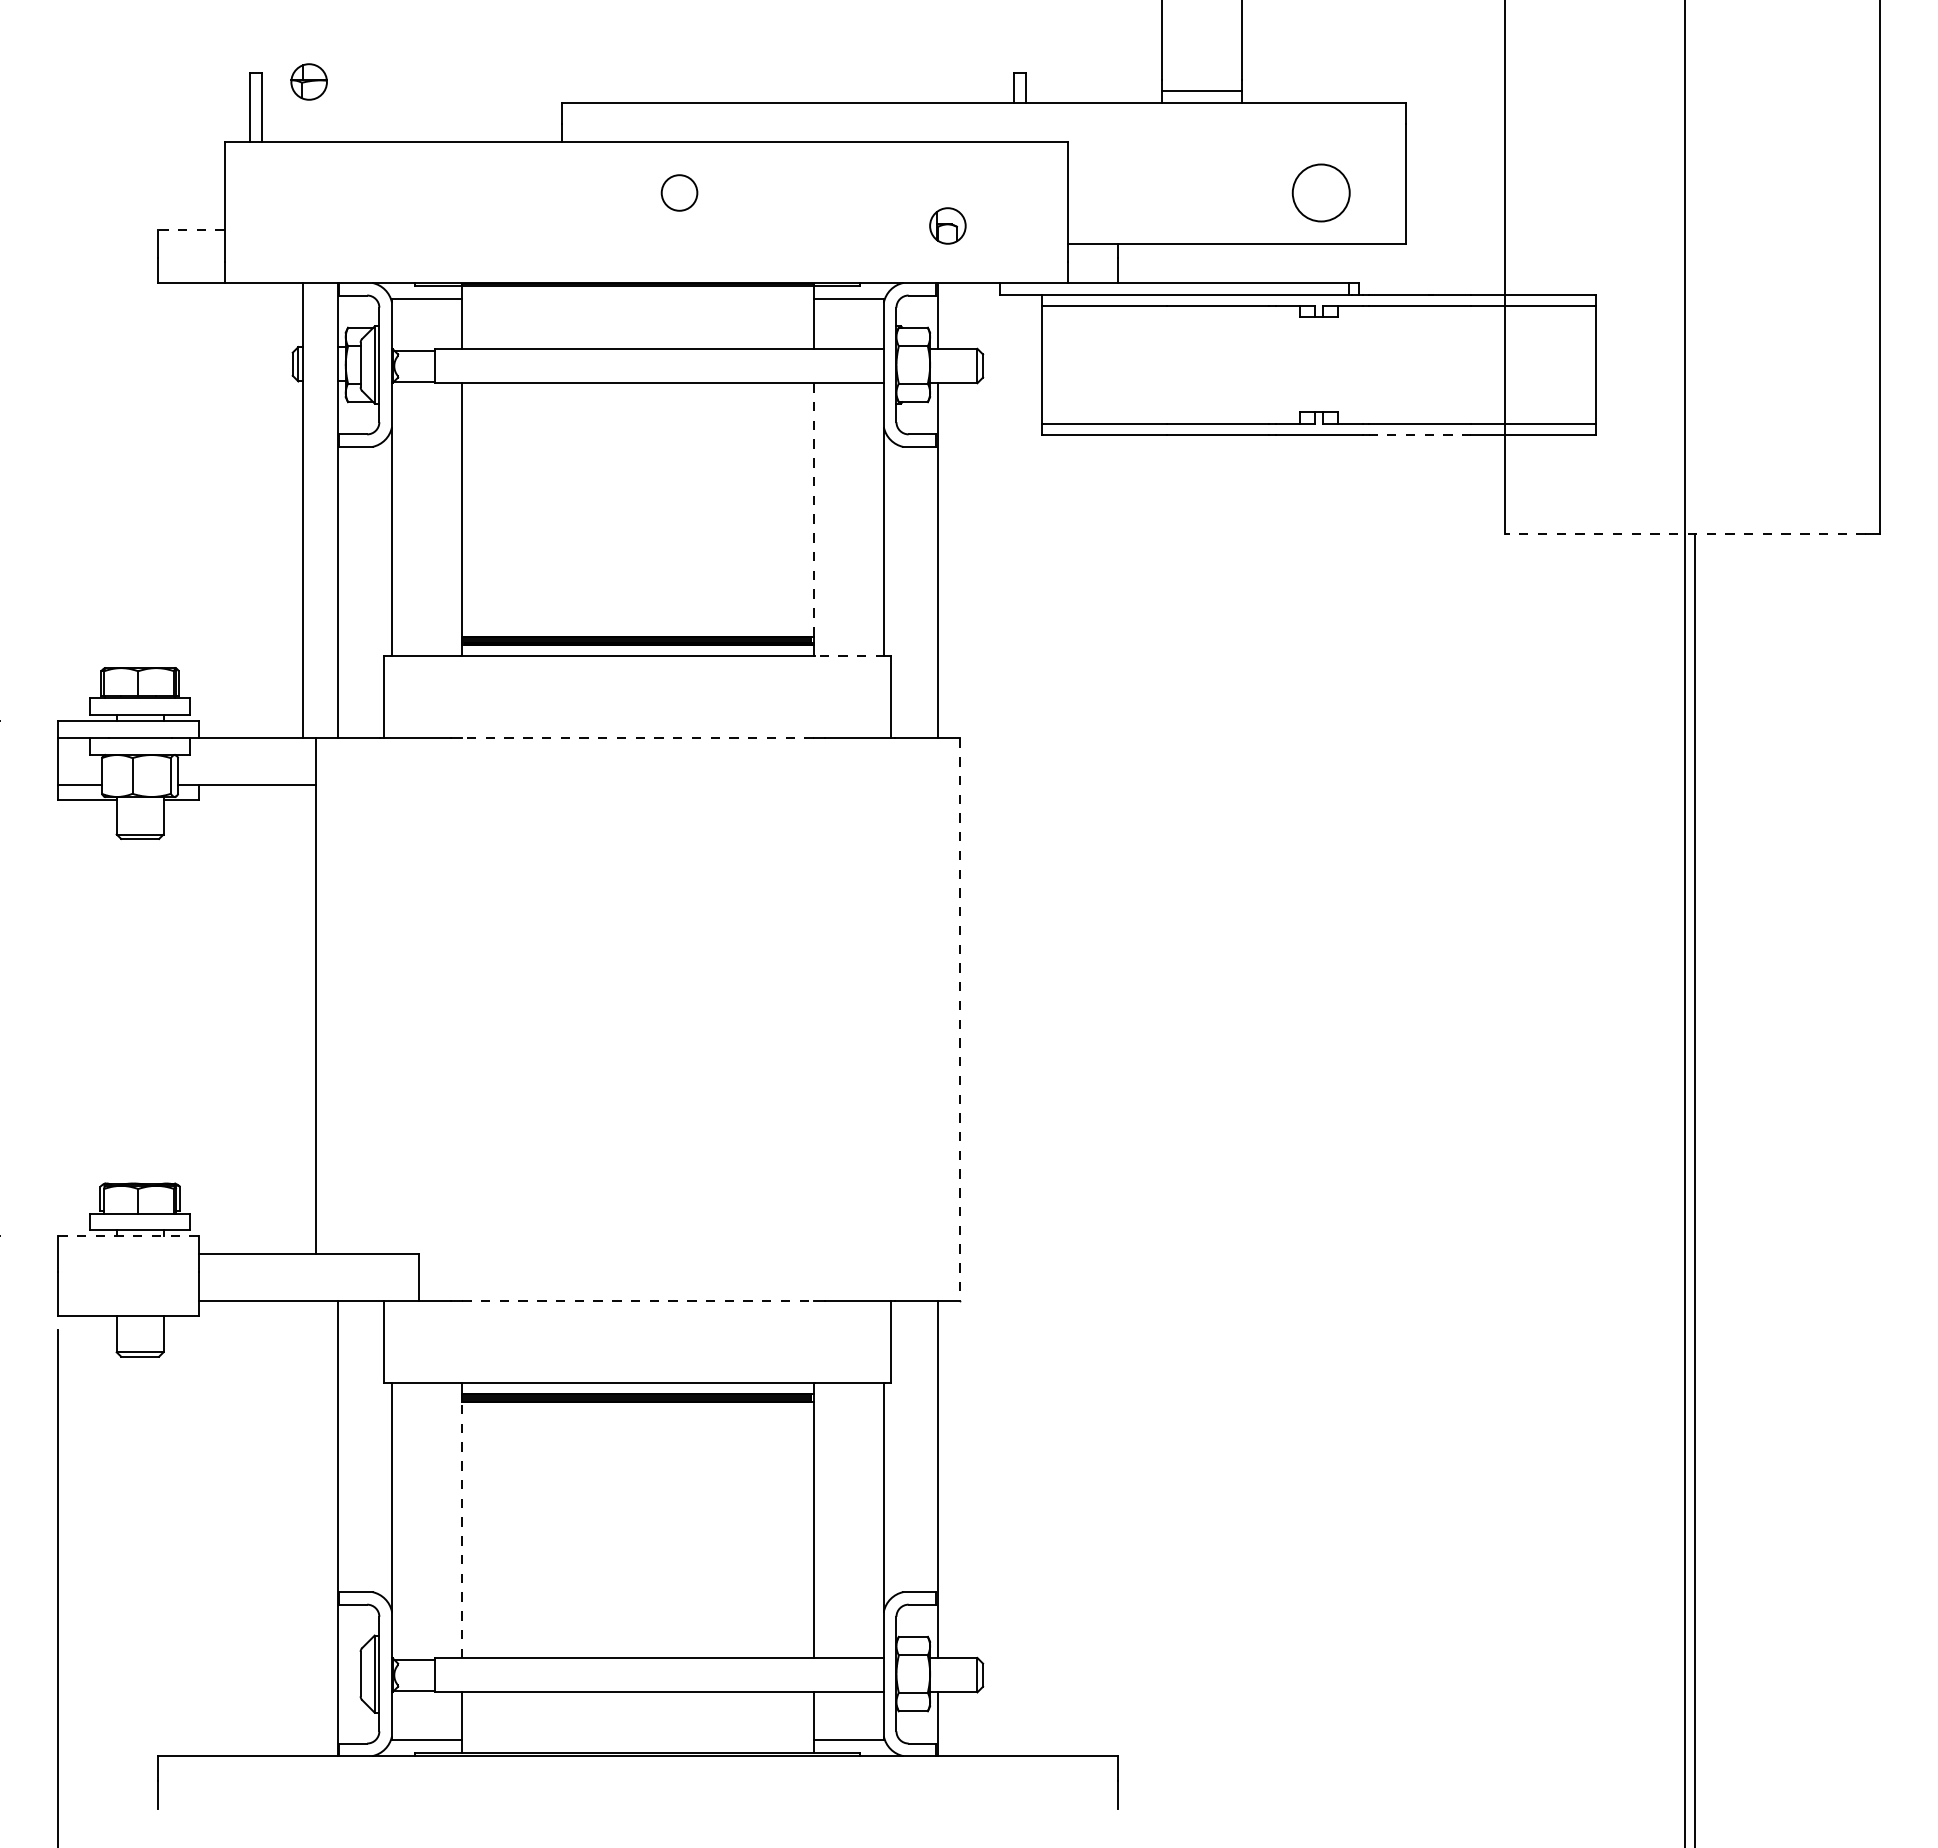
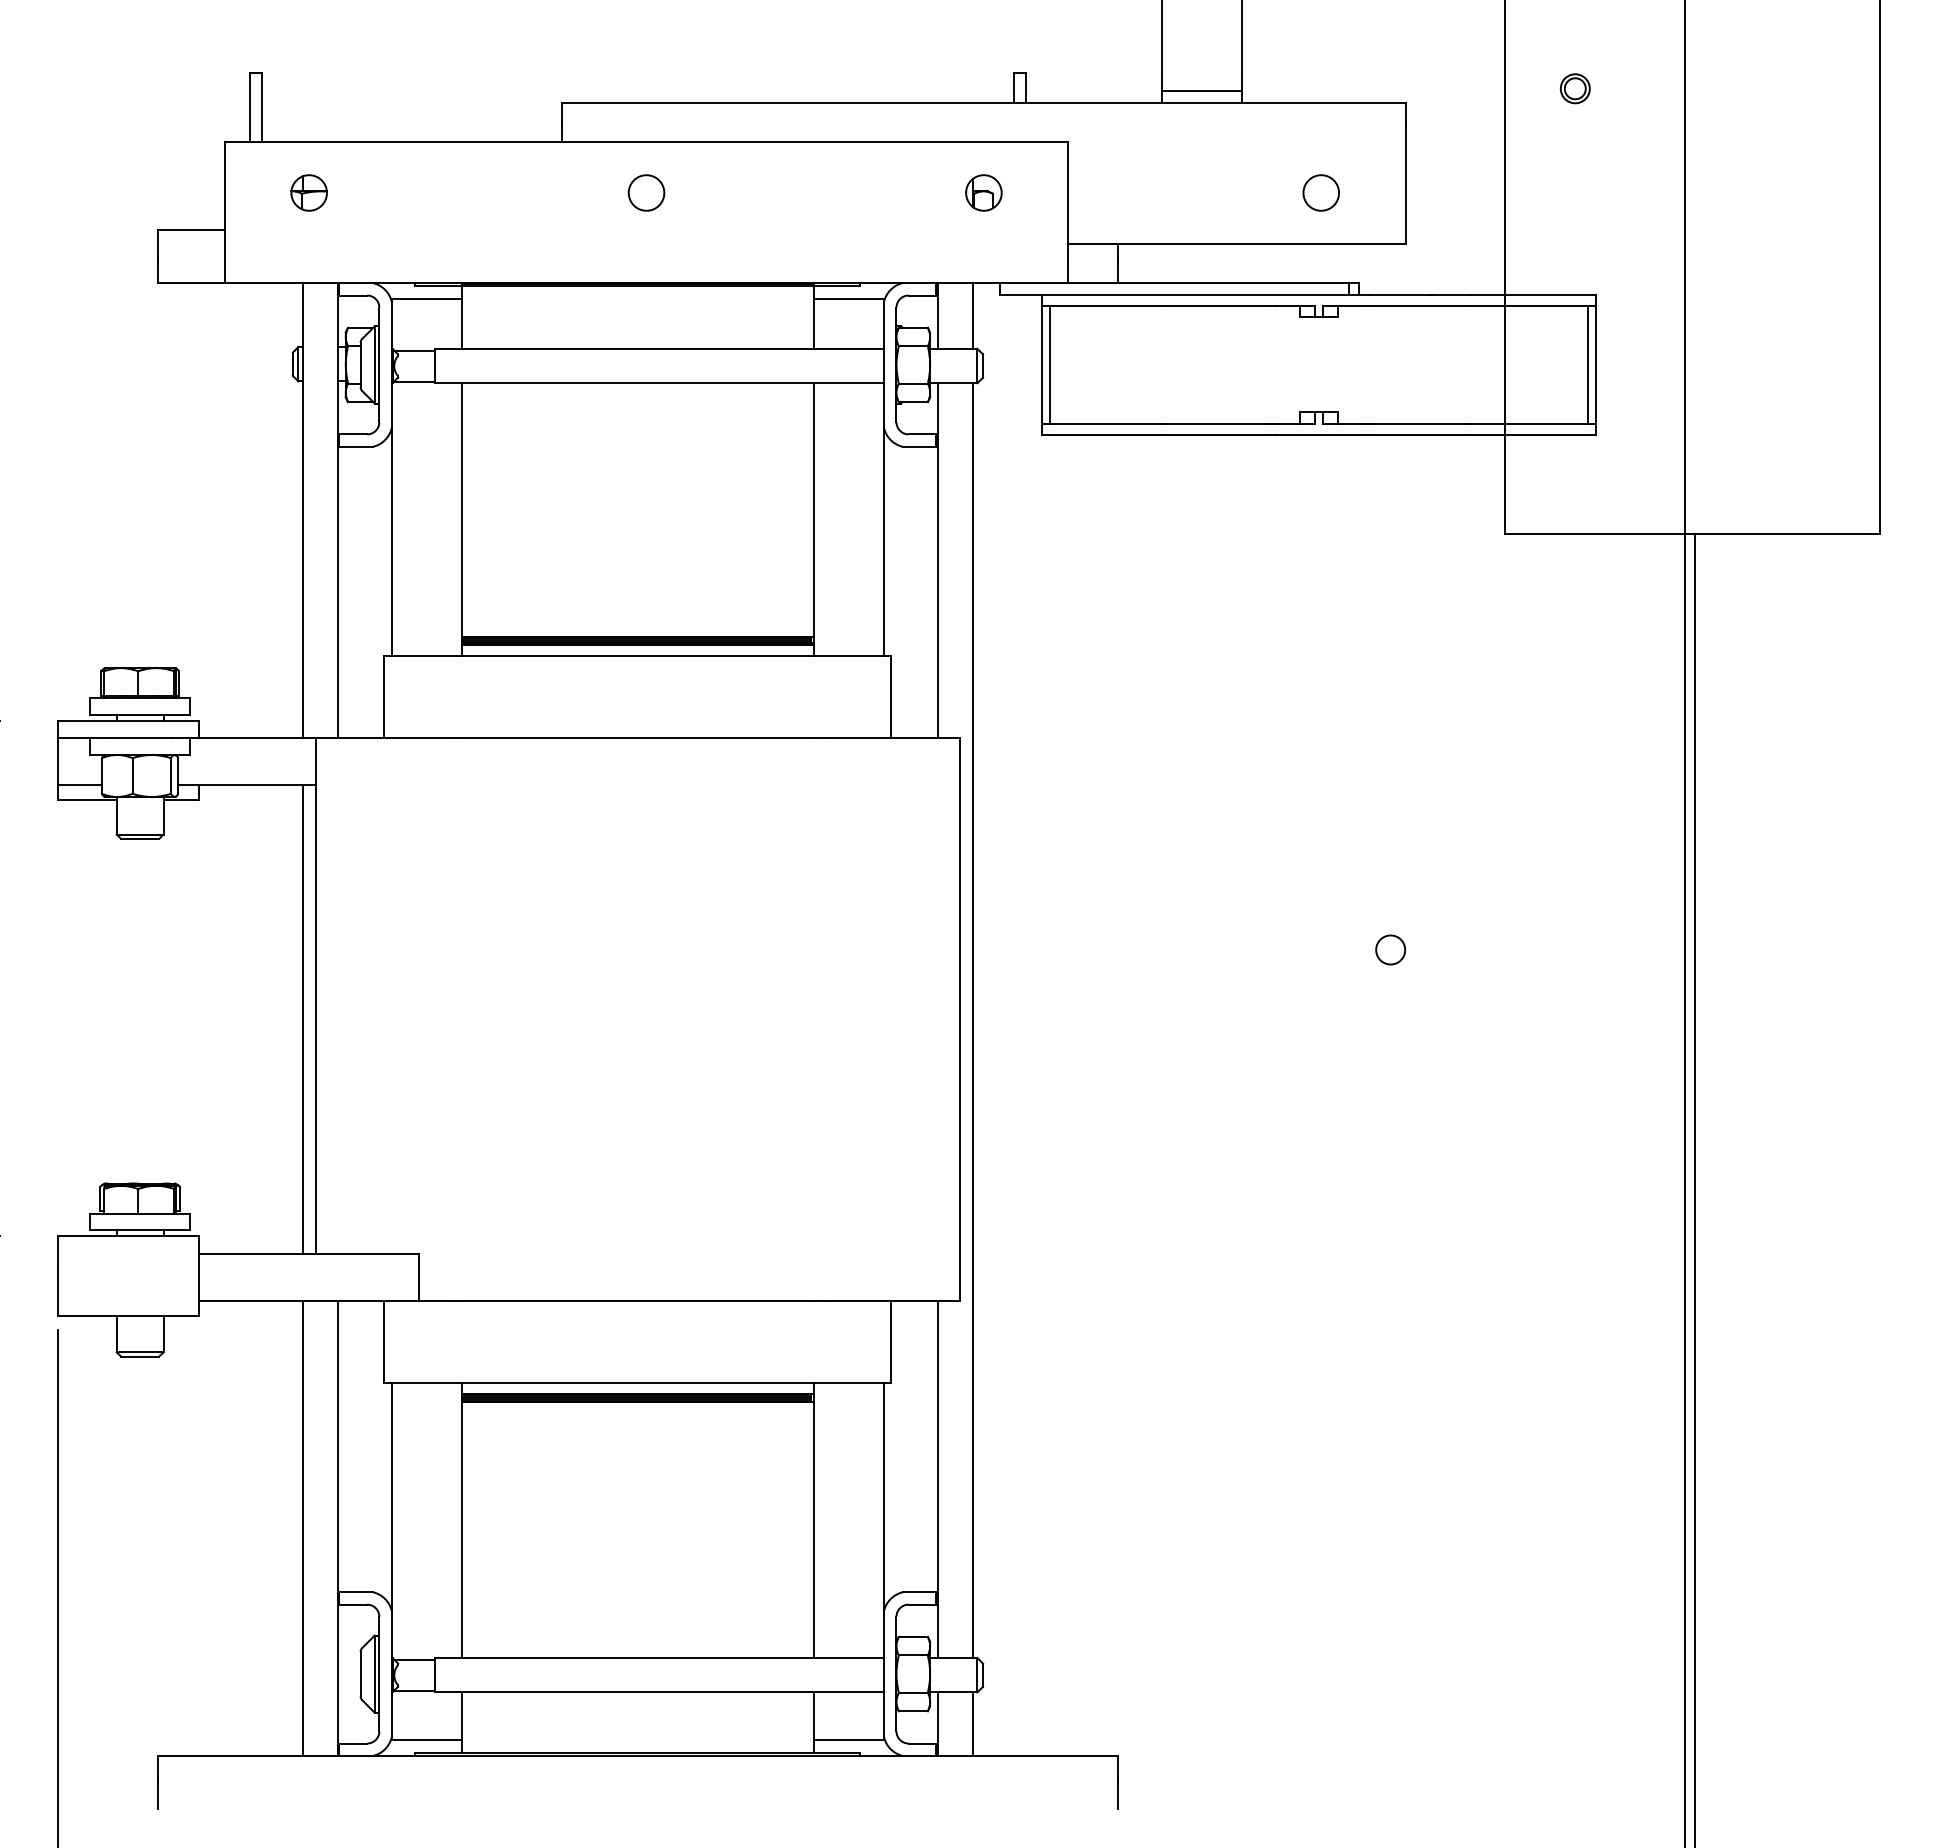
part at (308, 81) position: (308, 81) -> (308, 192)
part at (1574, 88): none -> present
circle at (679, 192) position: (679, 192) -> (646, 192)
circle at (1320, 192) diameter: 57 px -> 36 px
part at (947, 225) position: (947, 225) -> (983, 192)
line at (190, 230): dashed -> solid
line at (973, 315): none -> present
line at (1050, 364): none -> present
line at (1588, 364): none -> present
line at (1419, 434): dashed -> solid
line at (813, 510): dashed -> solid
line at (1684, 533): dashed -> solid
line at (849, 656): dashed -> solid
line at (637, 738): dashed -> solid
circle at (1390, 949): none -> present
line at (303, 1019): none -> present
line at (960, 1020): dashed -> solid
line at (973, 1020): none -> present
line at (127, 1236): dashed -> solid
line at (637, 1300): dashed -> solid
line at (303, 1528): none -> present
line at (462, 1529): dashed -> solid
line at (973, 1724): none -> present
